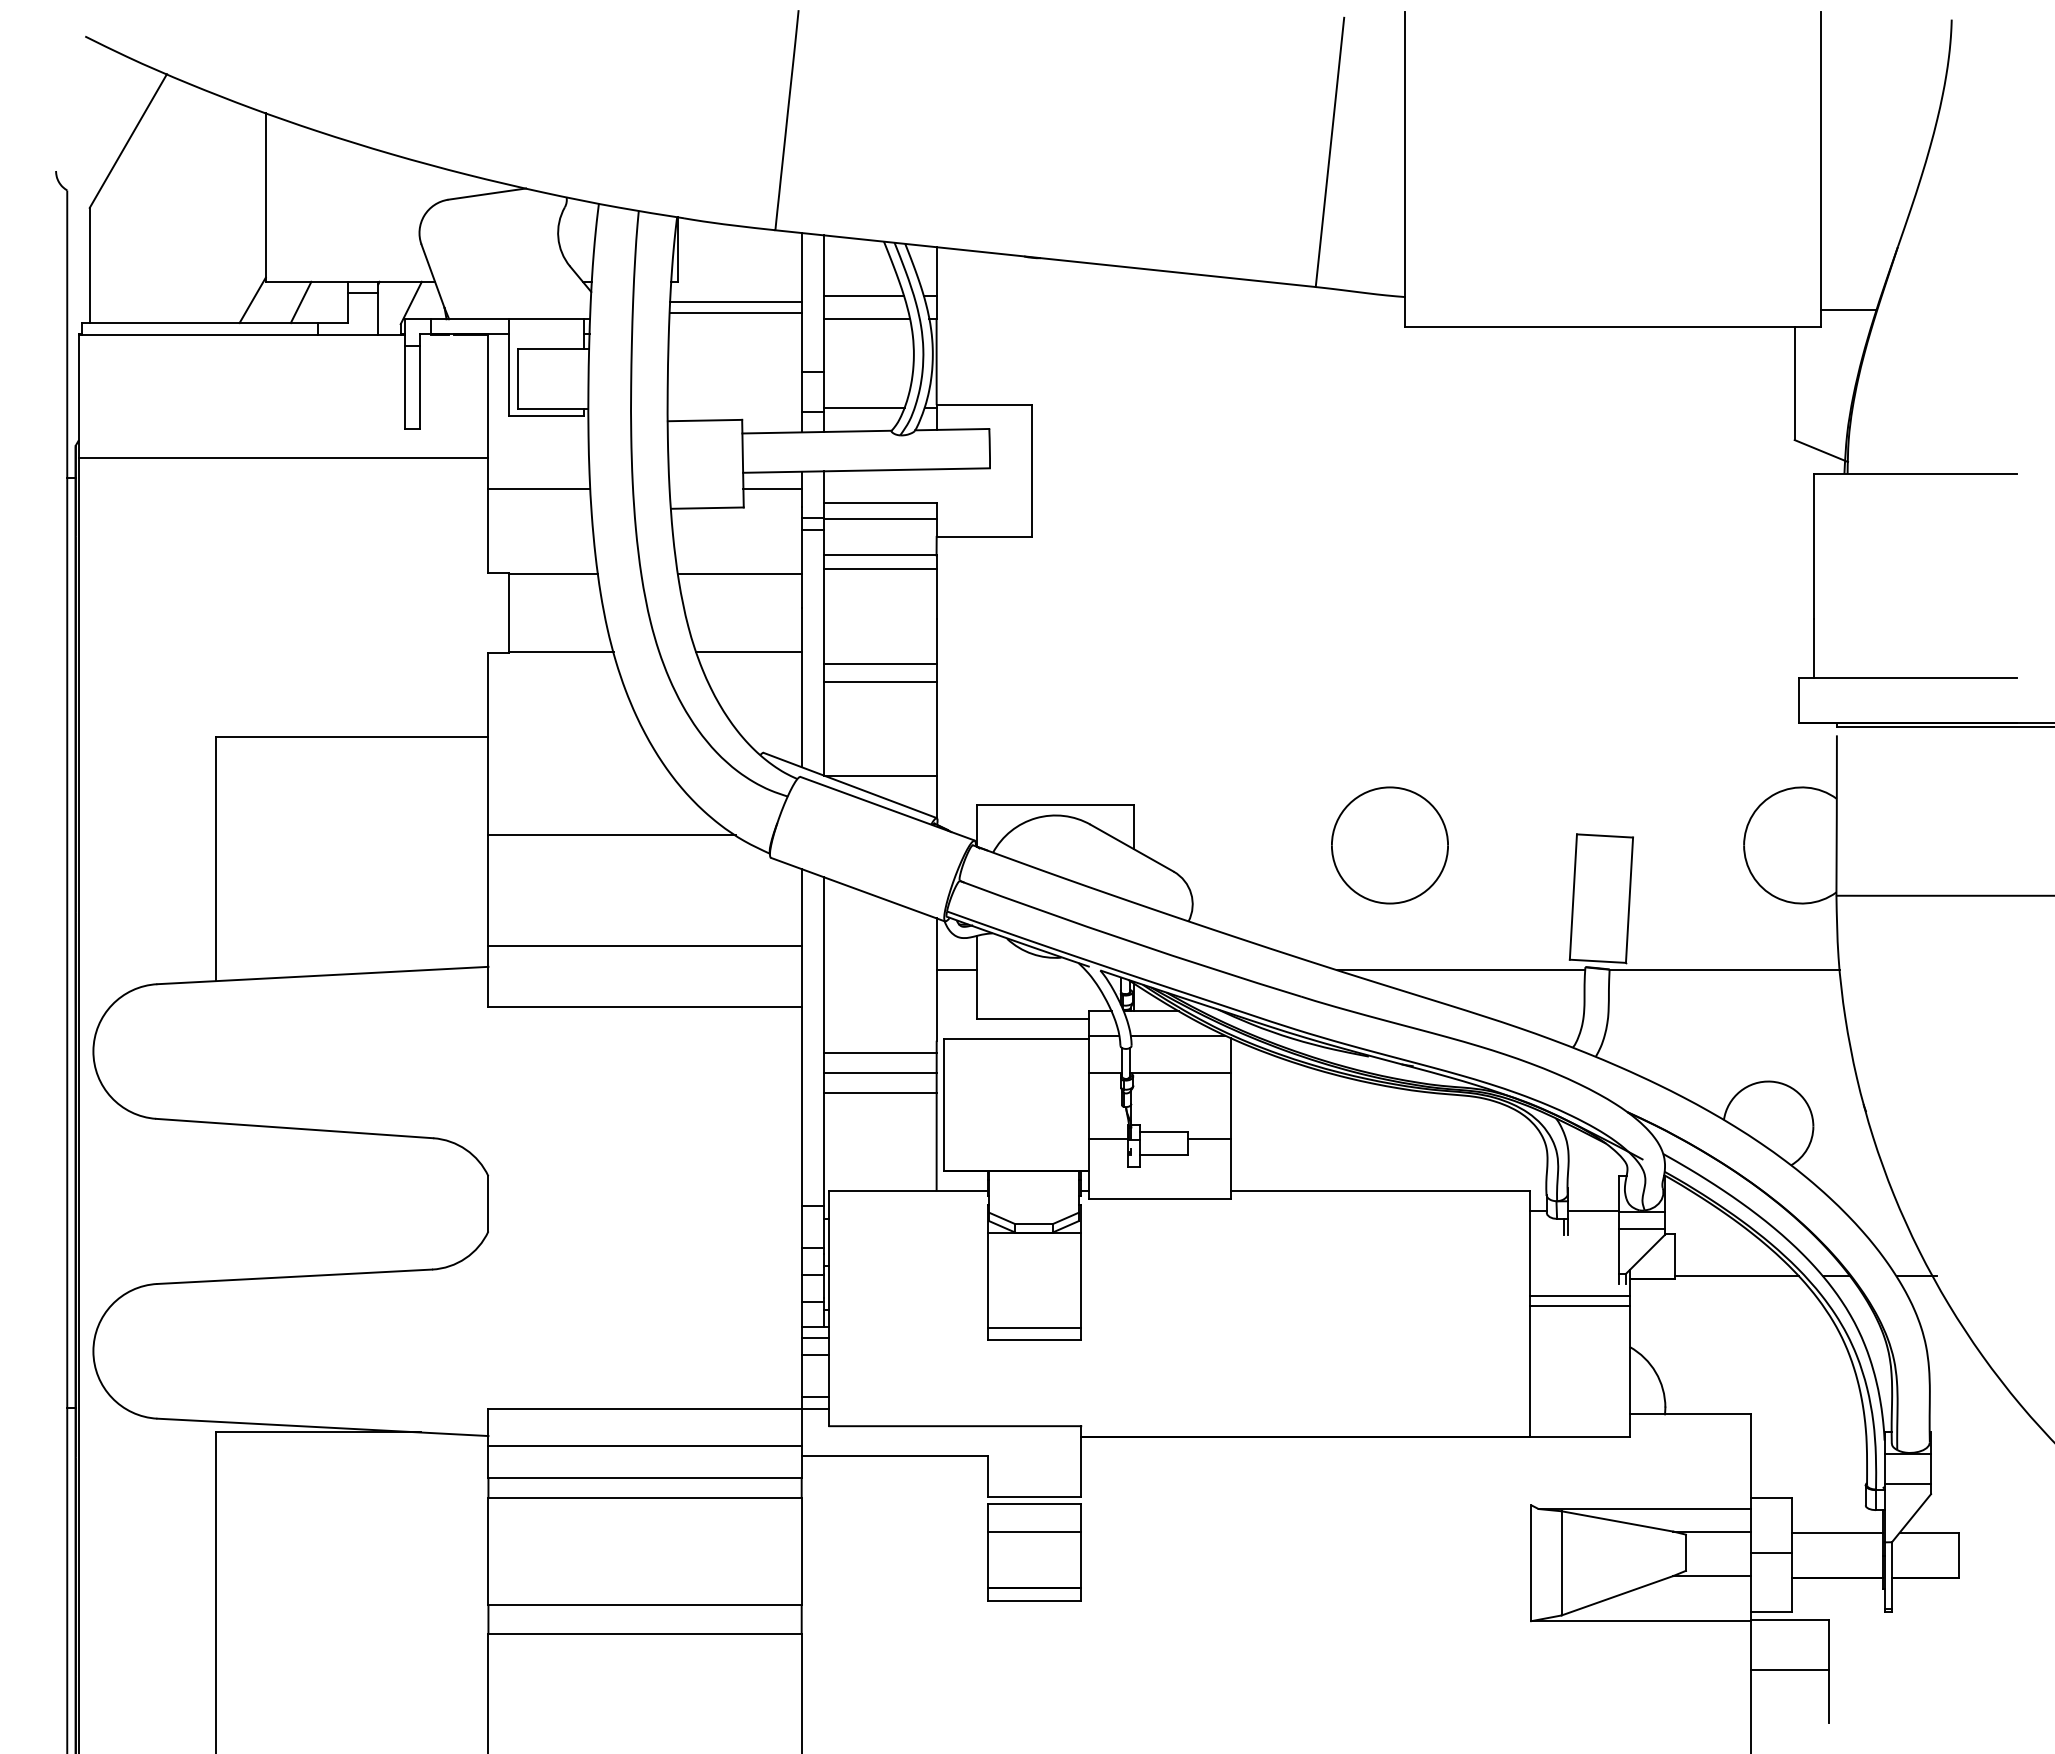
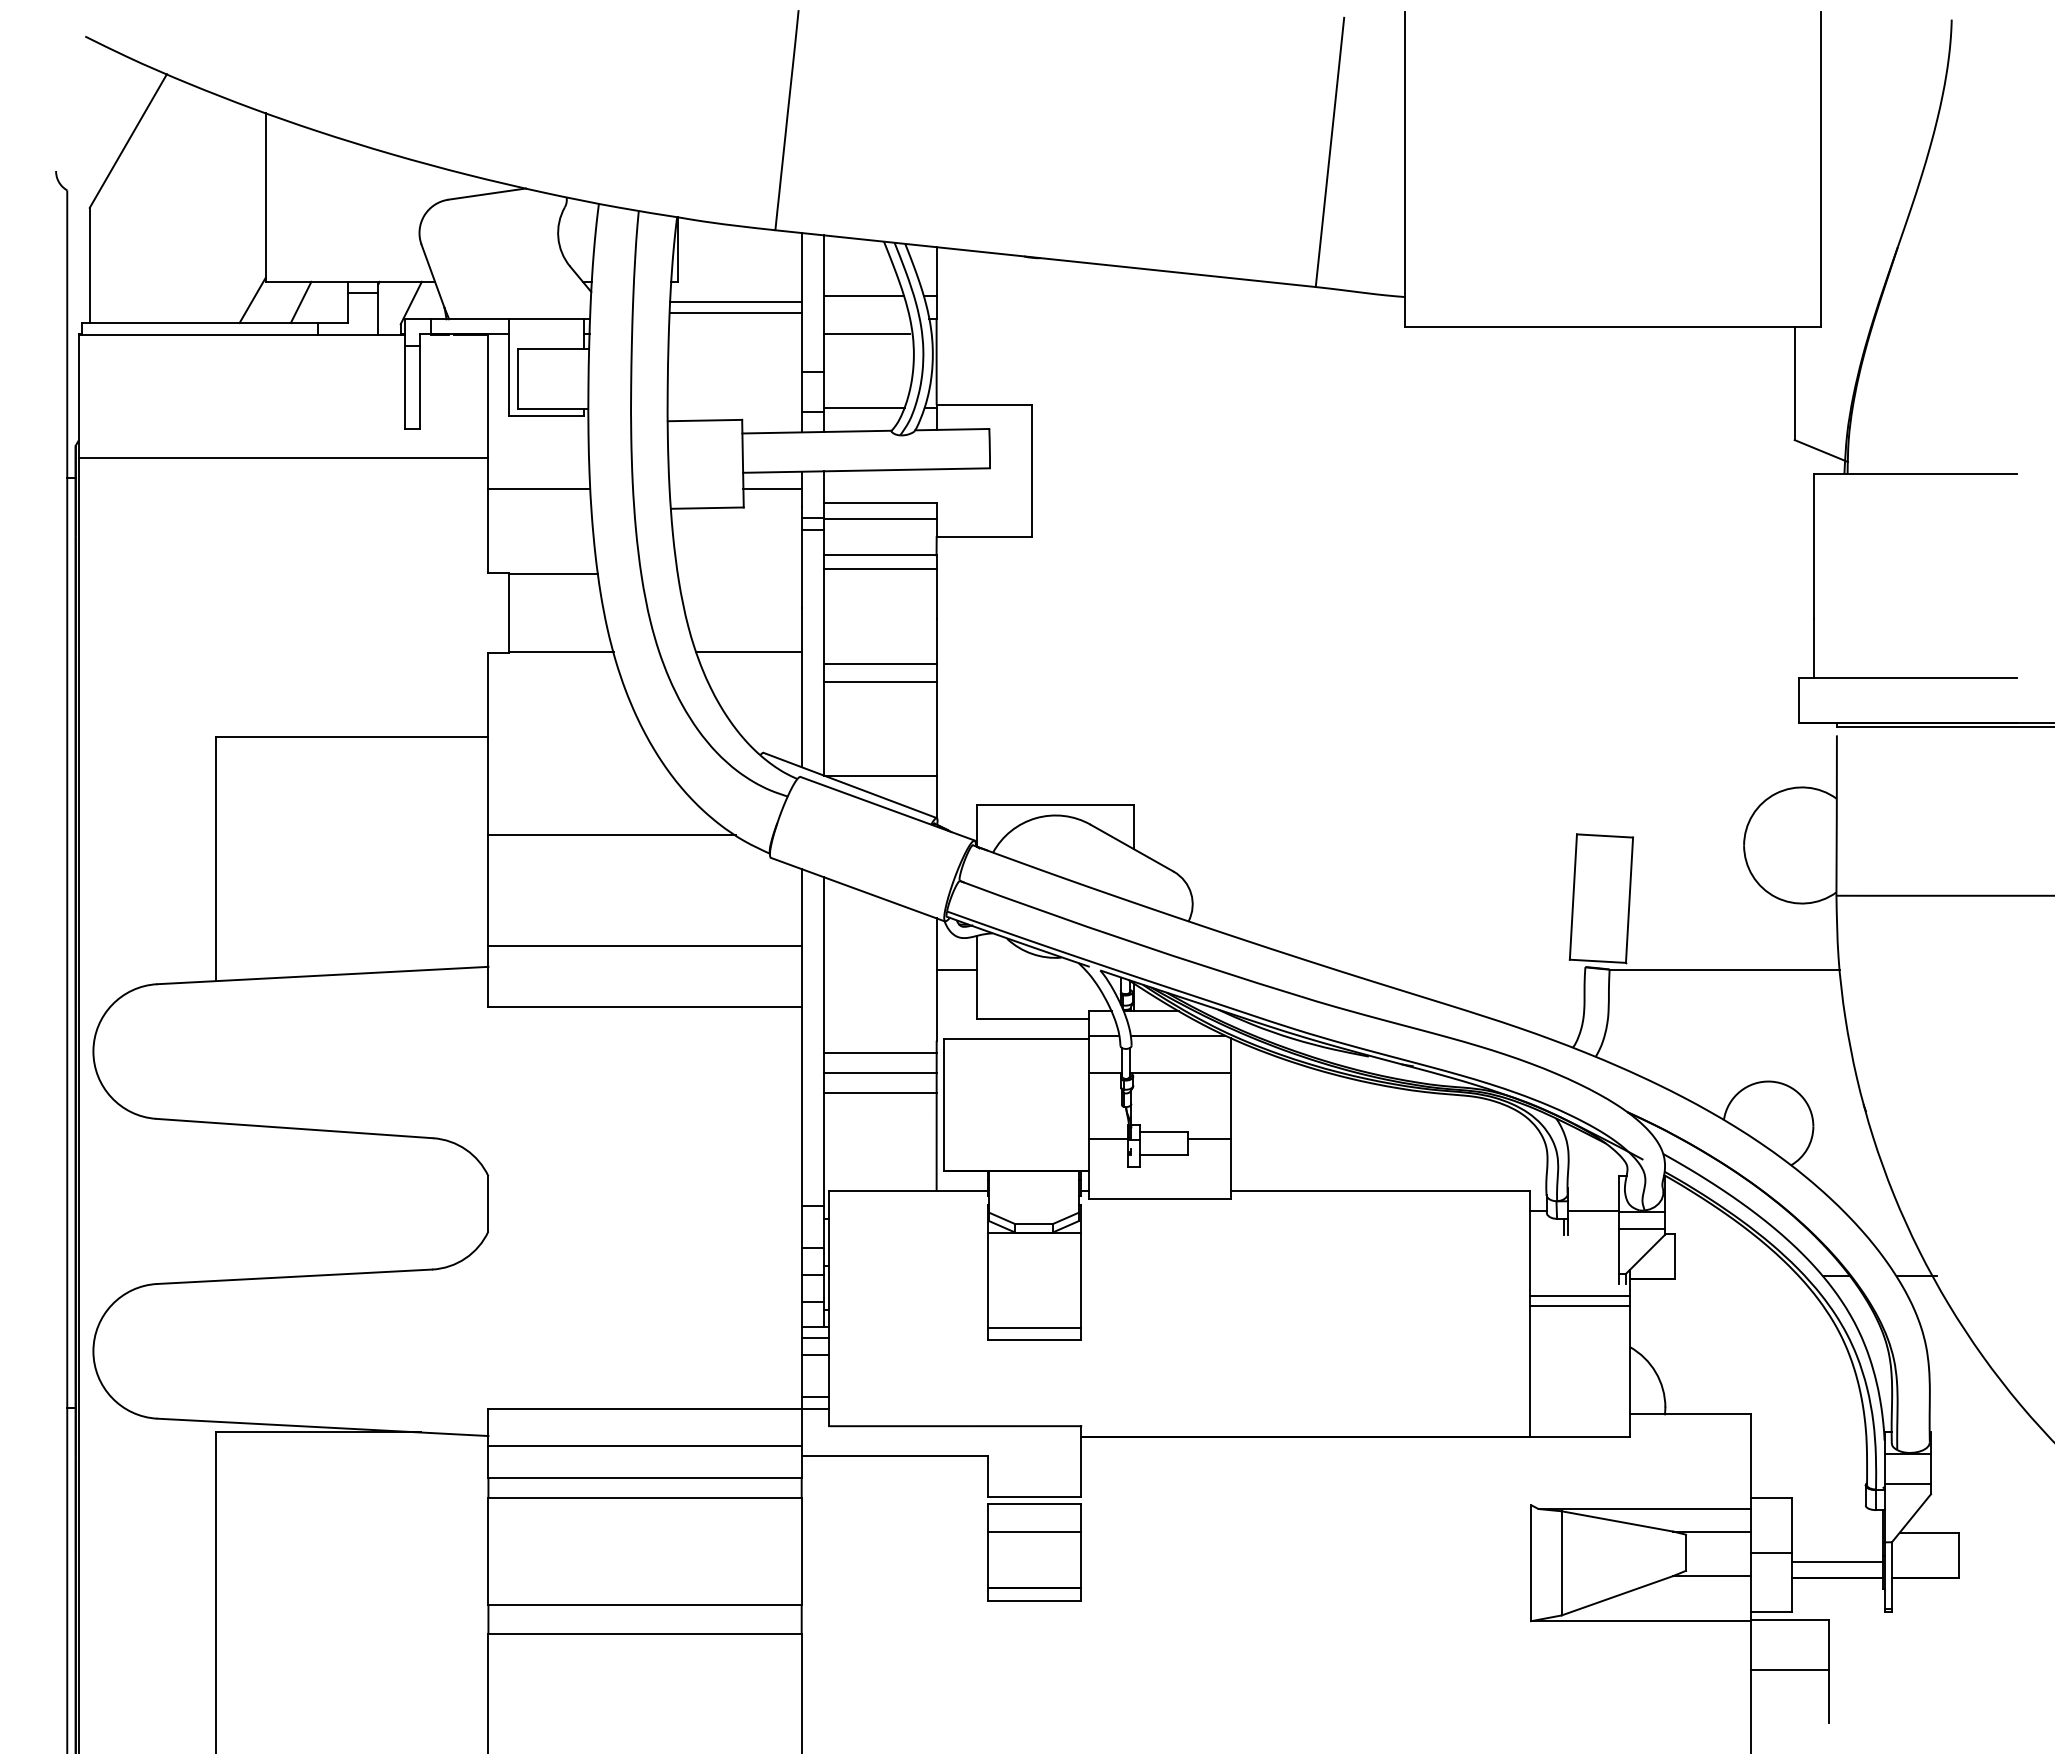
line at (1848, 309): present -> none
line at (867, 318) position: (867, 318) -> (867, 333)
line at (739, 573): present -> none
part at (1389, 845): present -> none
line at (1461, 970): present -> none
line at (1736, 1276): present -> none
line at (1837, 1532) position: (1837, 1532) -> (1837, 1561)
